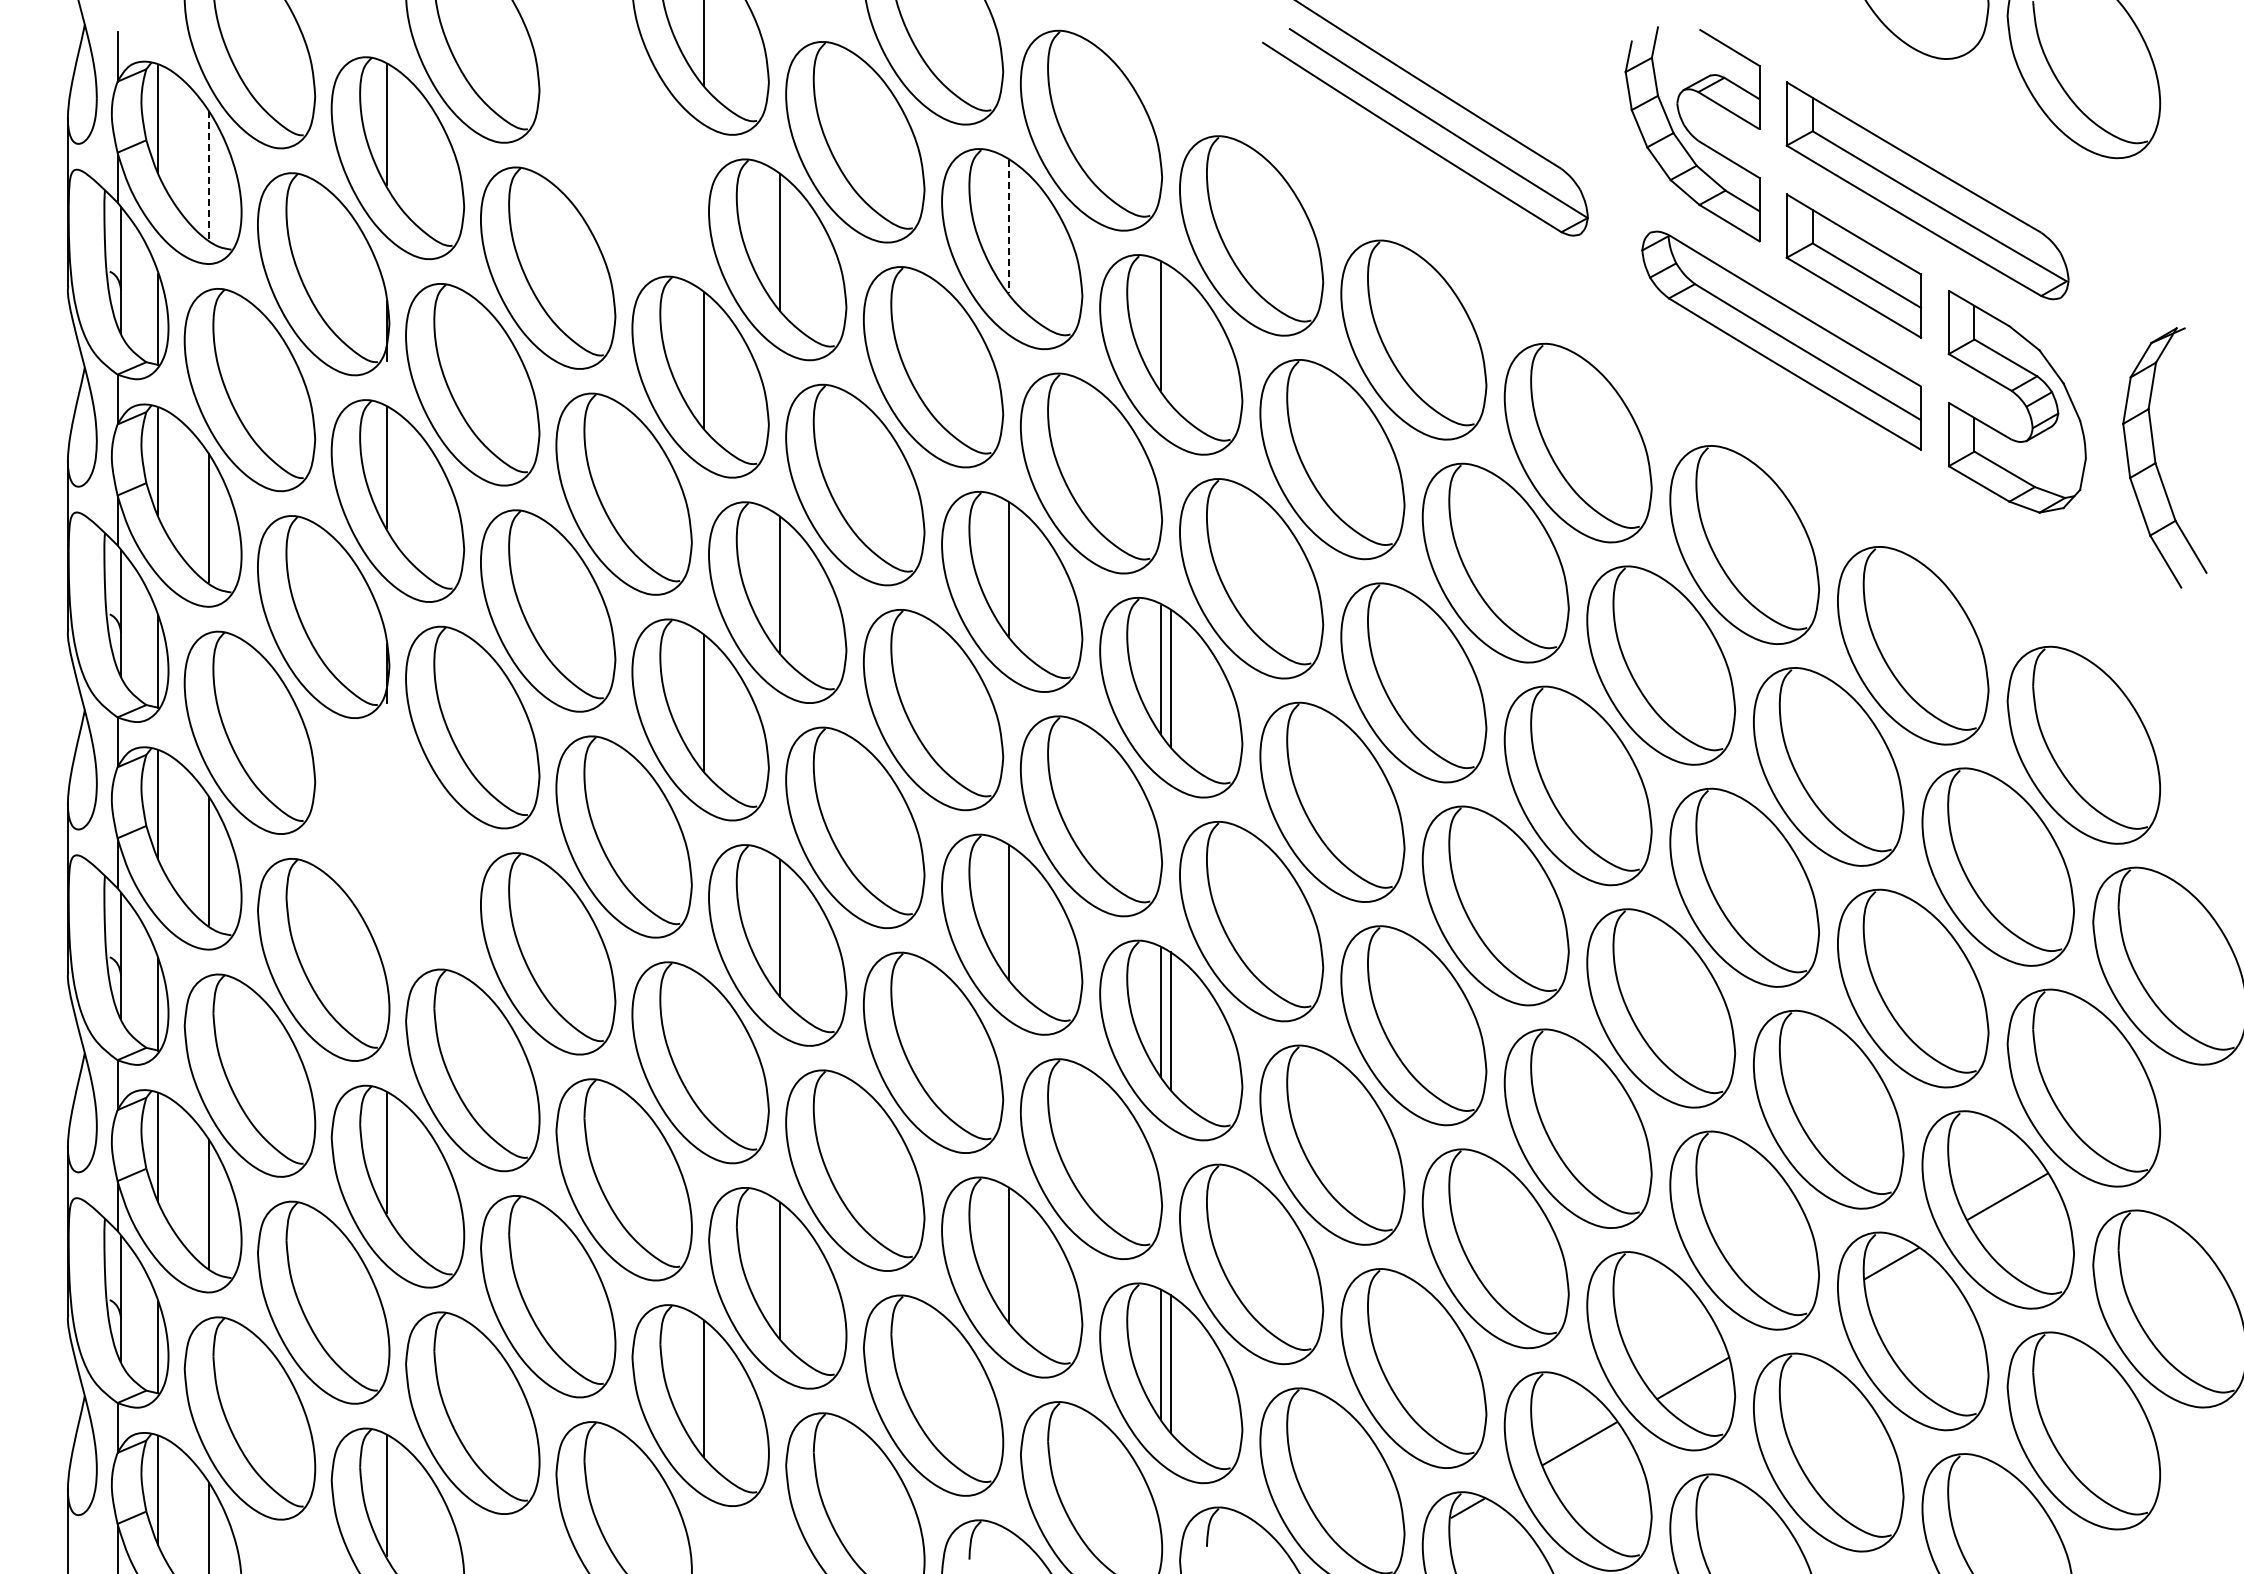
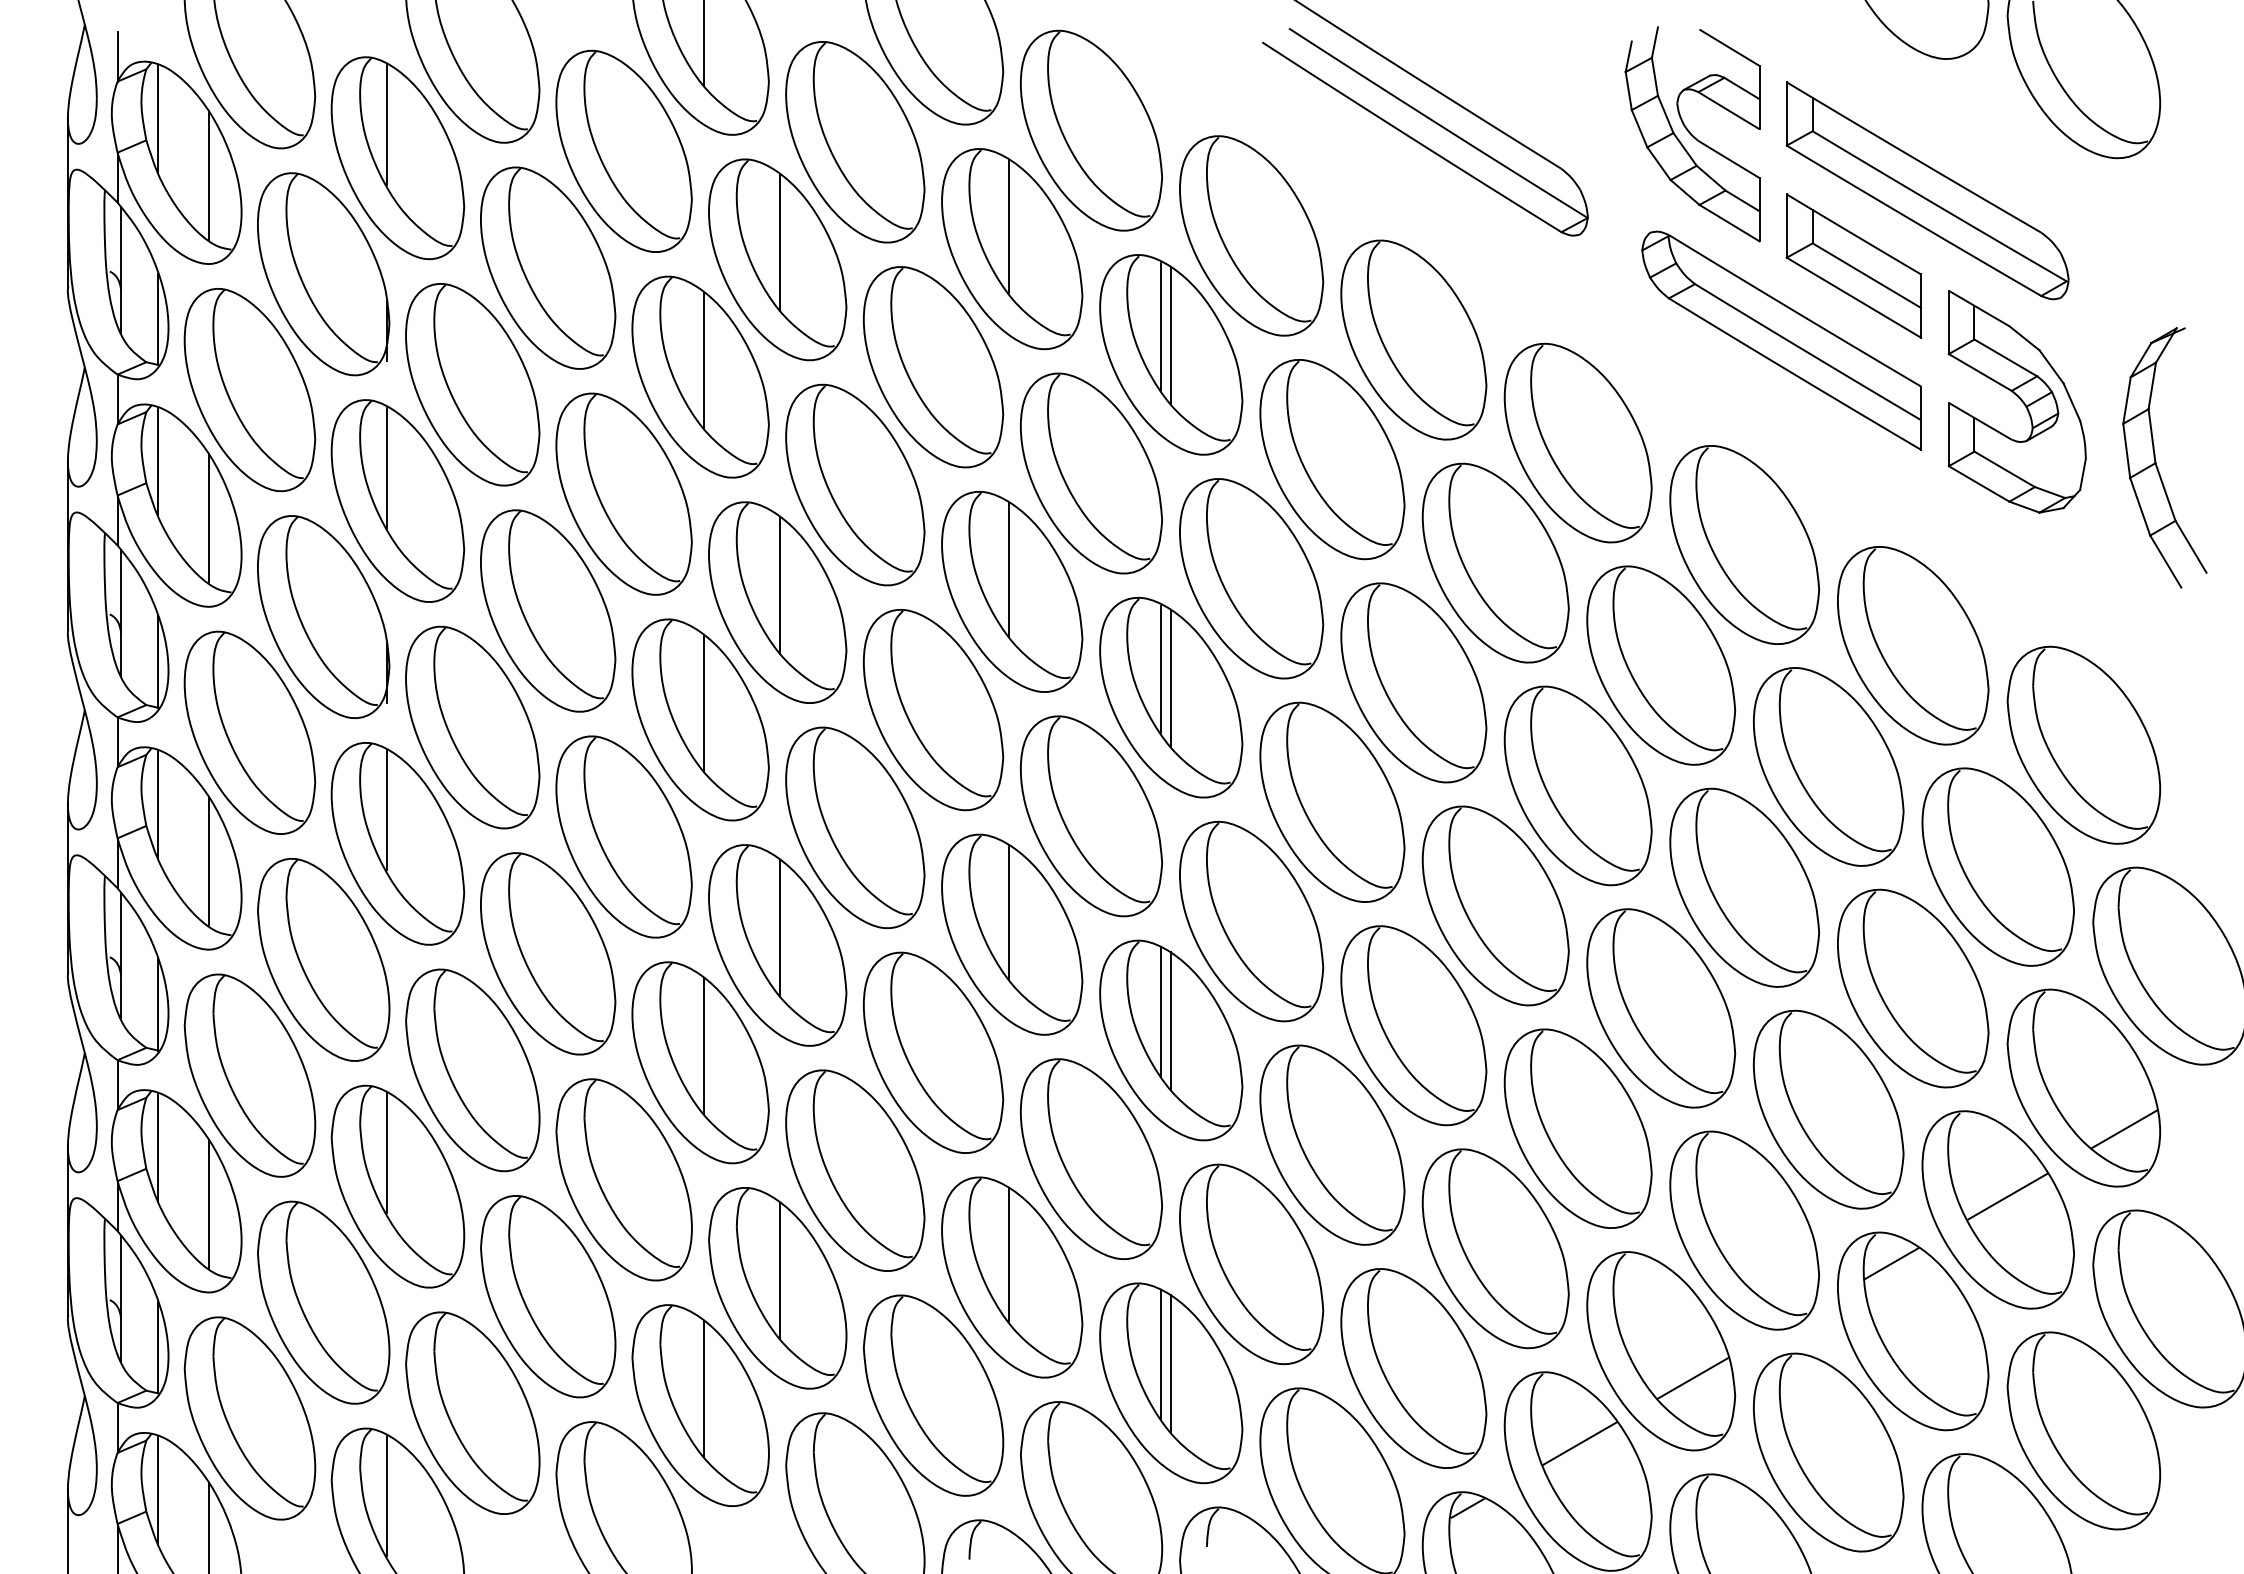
part at (623, 150): none -> present
line at (208, 175): dashed -> solid
line at (1008, 226): dashed -> solid
line at (1170, 335): none -> present
part at (397, 843): none -> present
line at (703, 1046): none -> present
line at (2124, 1129): none -> present
